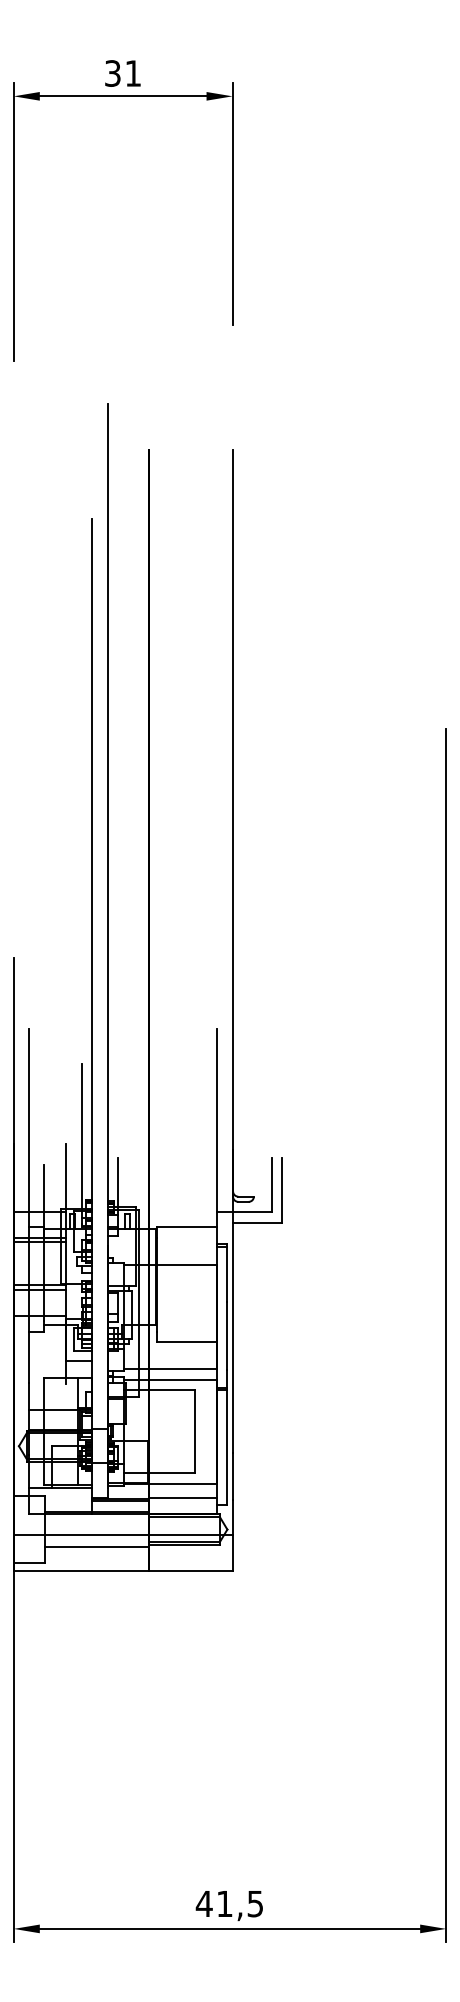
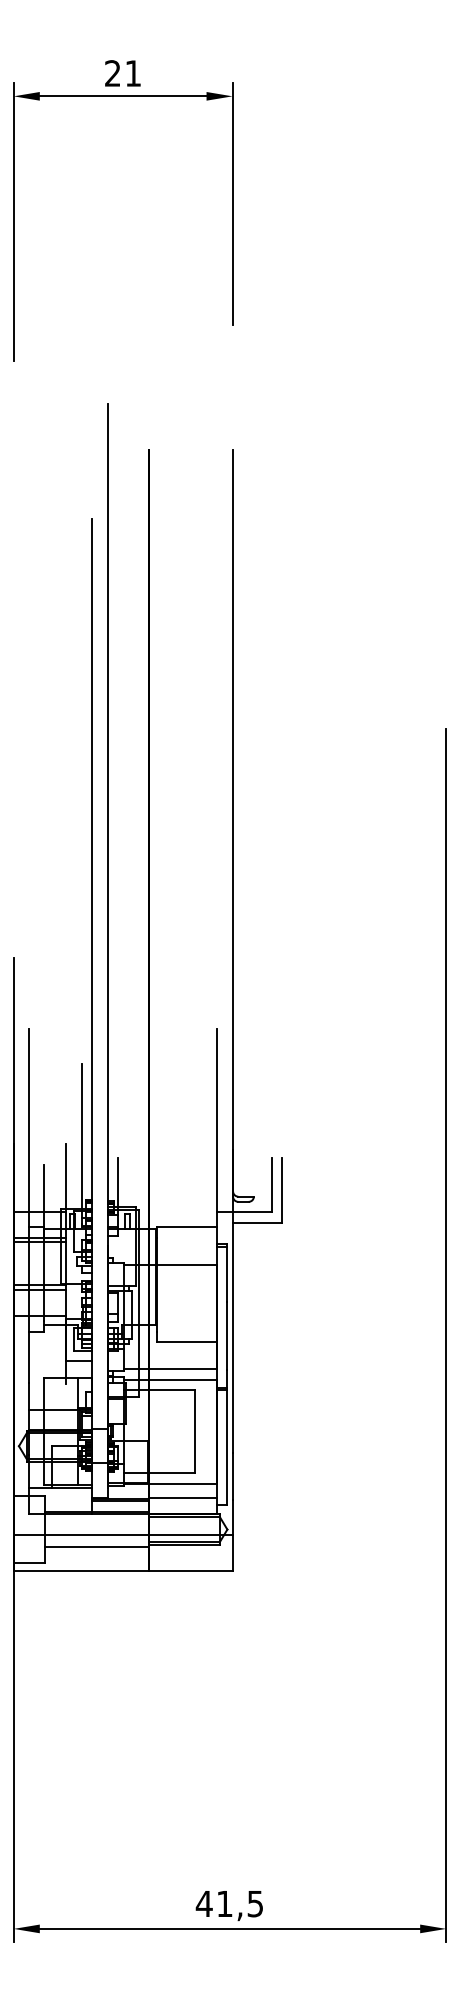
text at (112, 73): 31 -> 21
